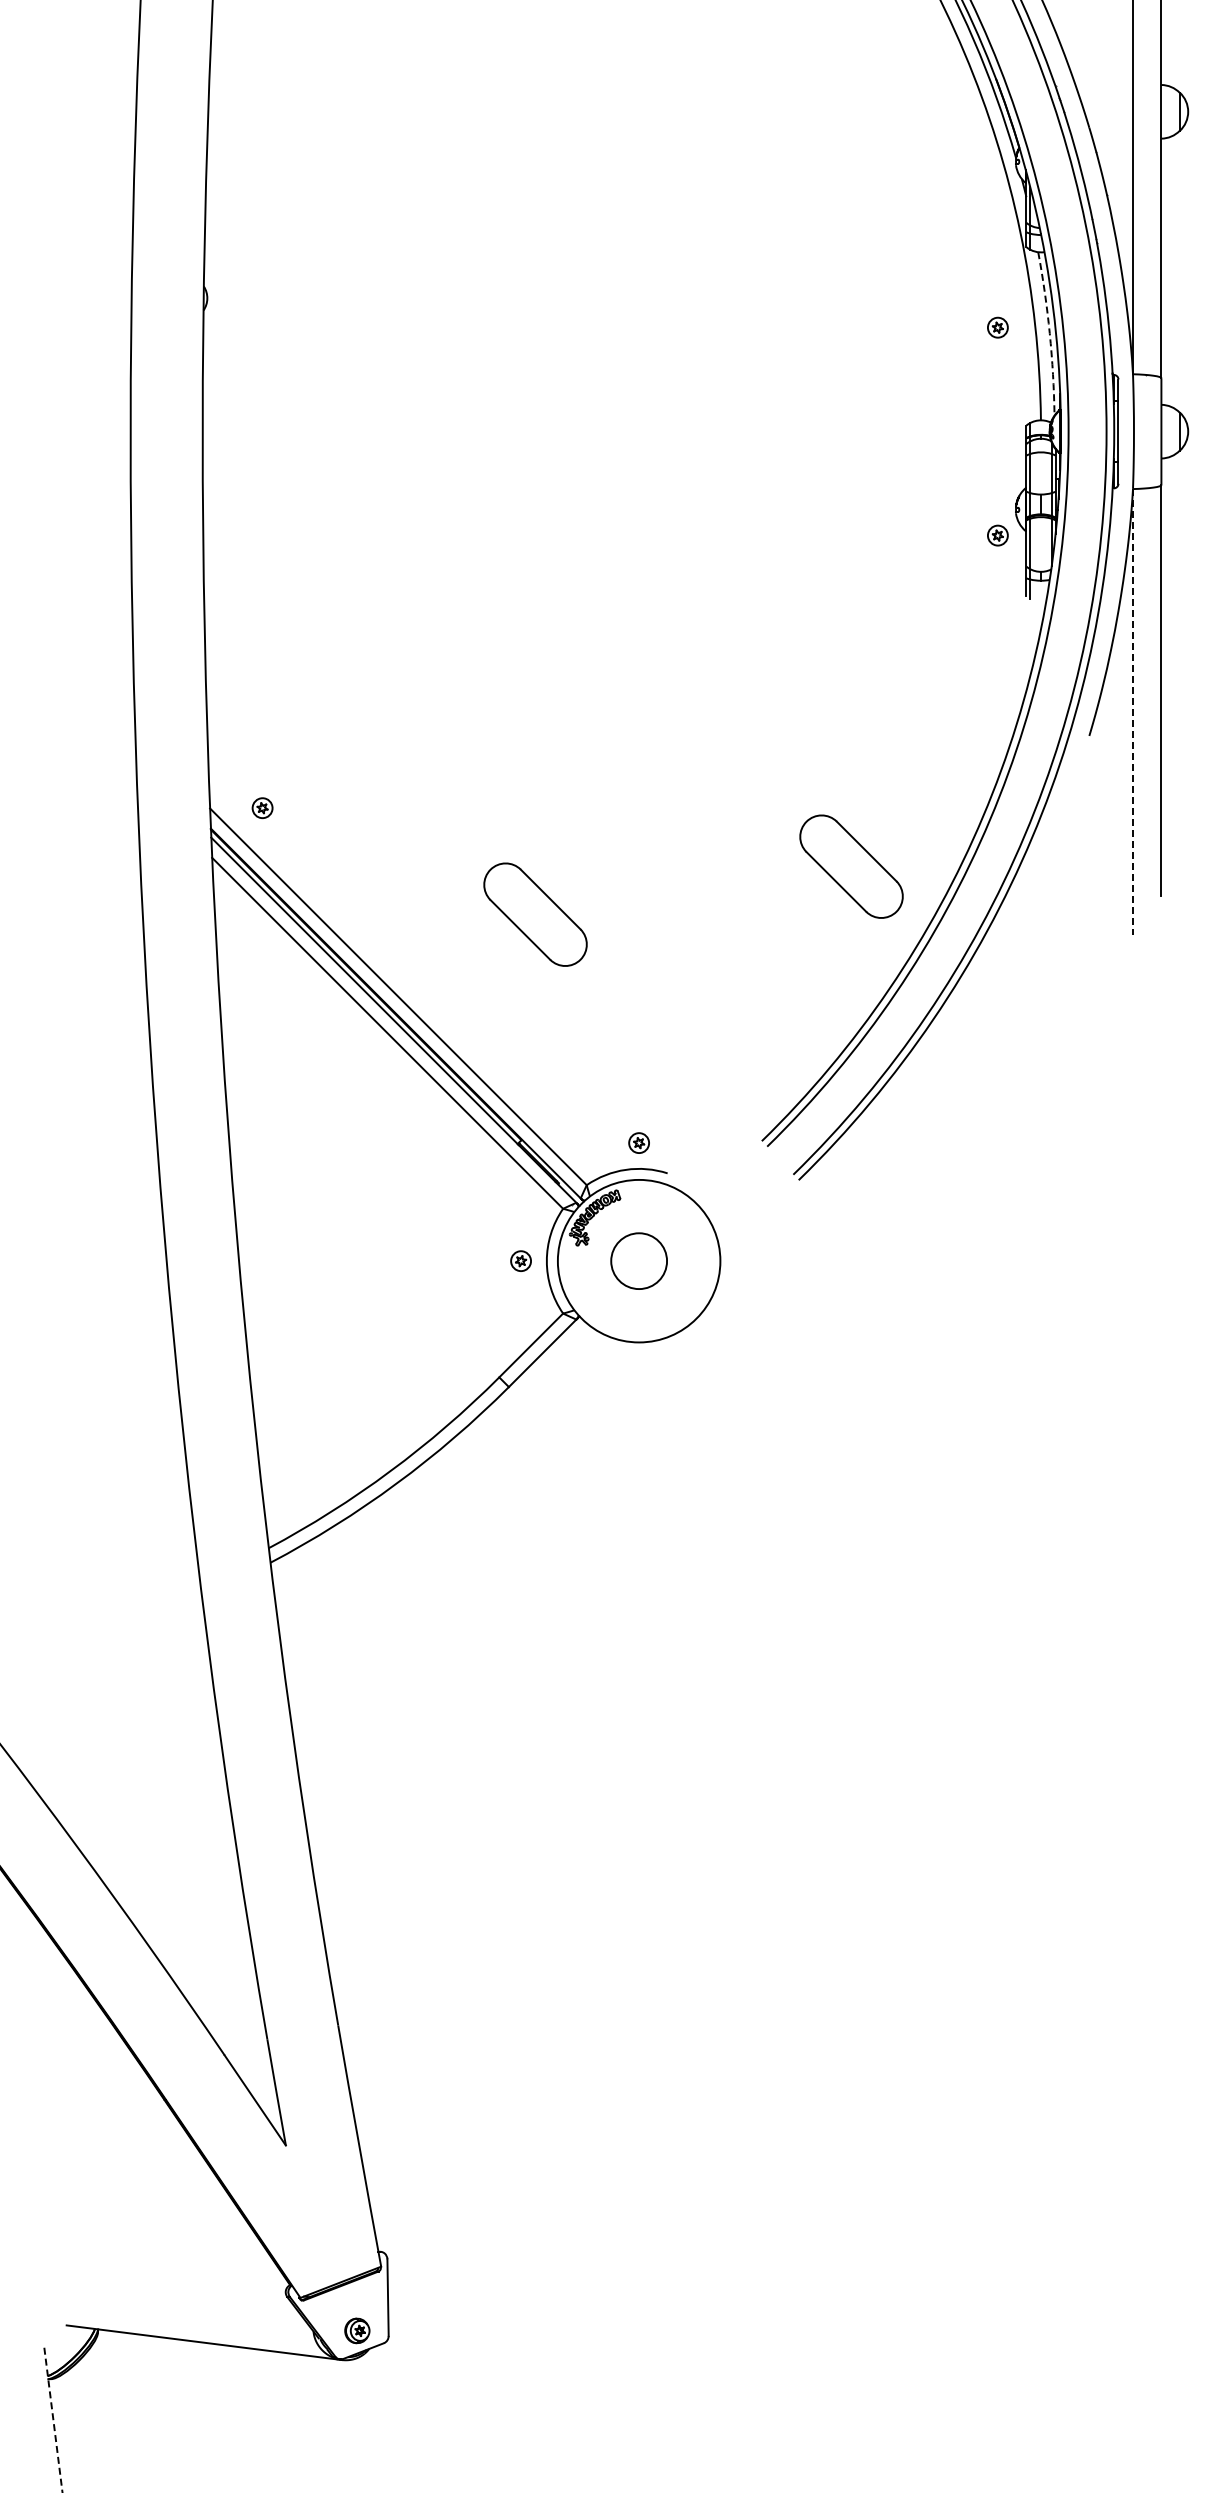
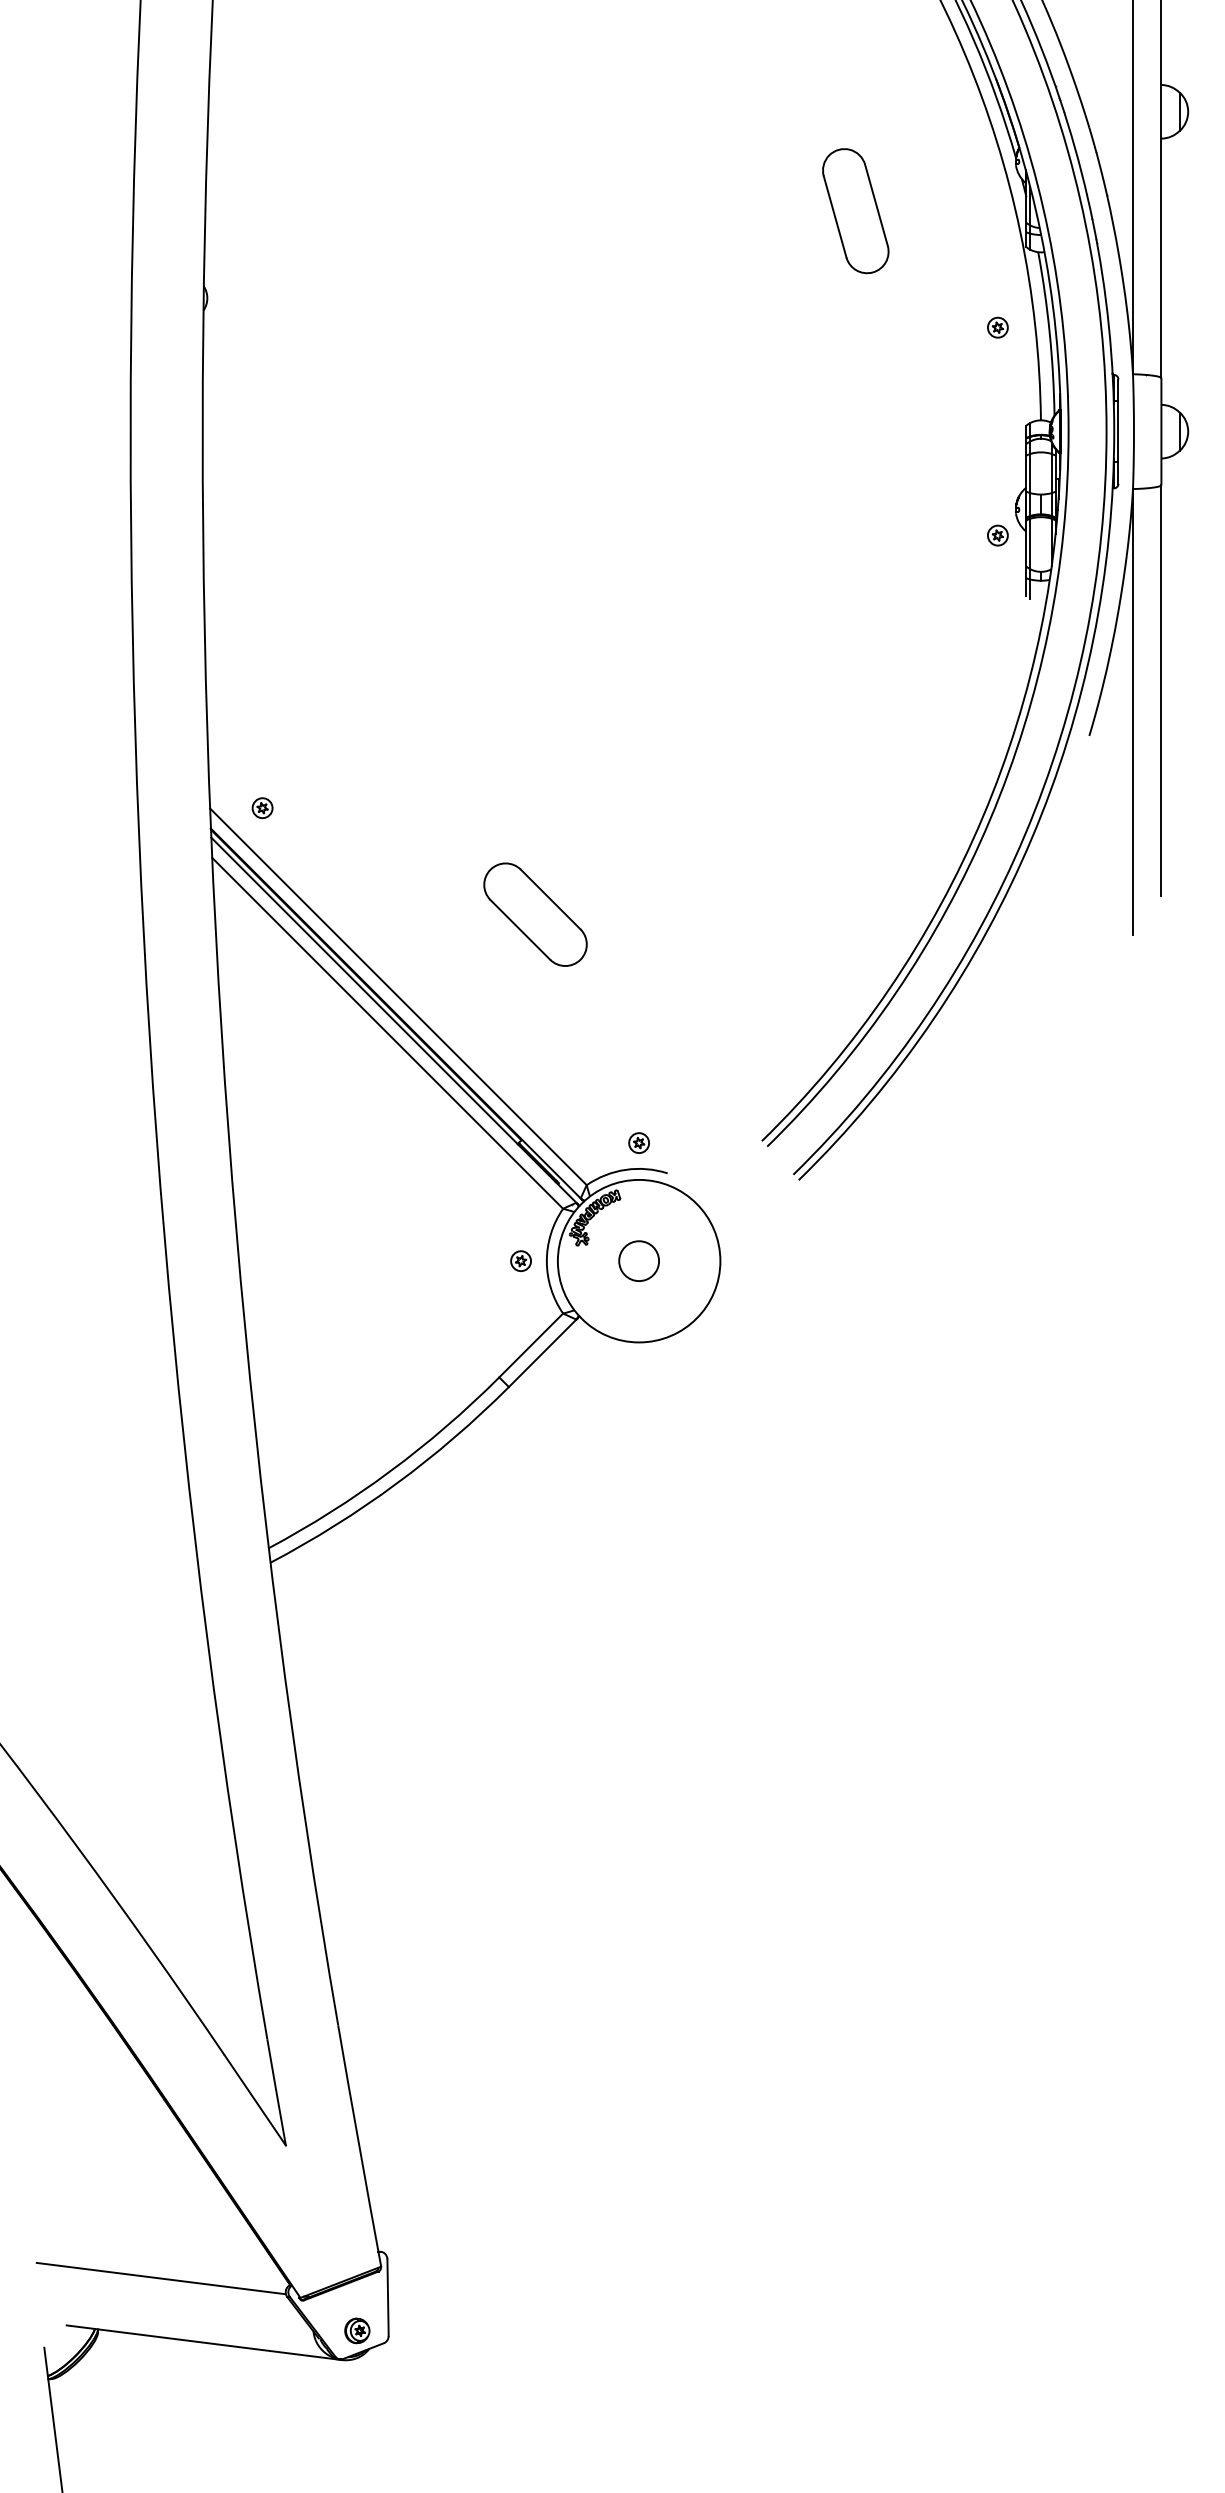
part at (855, 211): none -> present
arc at (1049, 333): dashed -> solid
line at (1133, 711): dashed -> solid
part at (851, 866): present -> none
circle at (639, 1261) diameter: 56 px -> 40 px
line at (160, 2278): none -> present
line at (53, 2420): dashed -> solid
